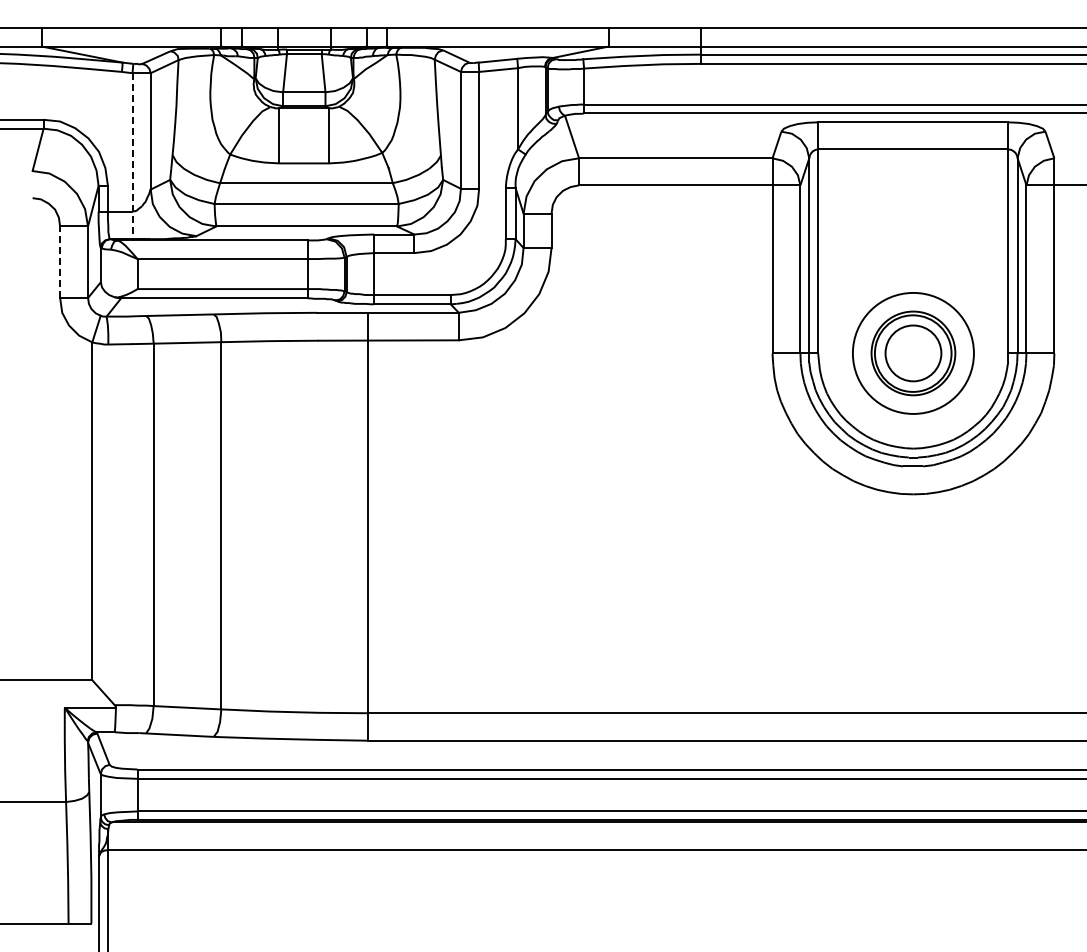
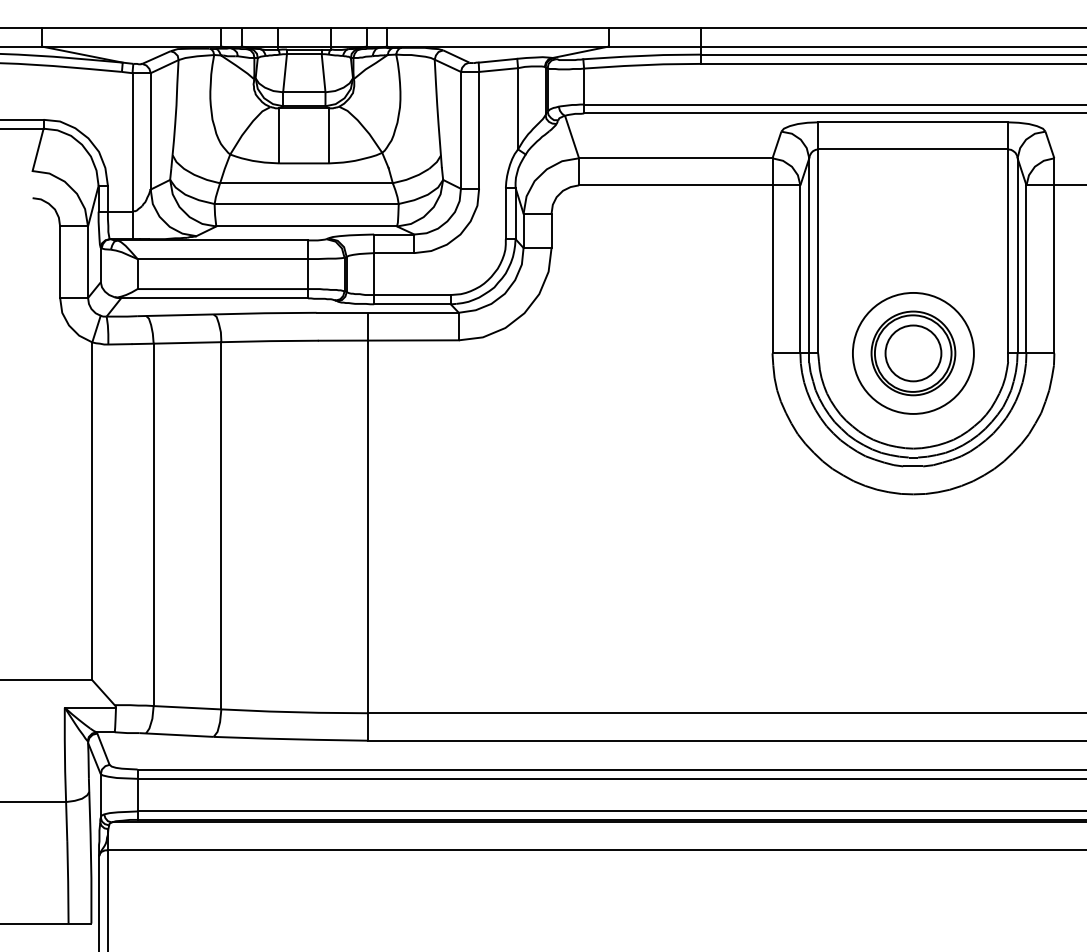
line at (132, 156): dashed -> solid
line at (60, 262): dashed -> solid
